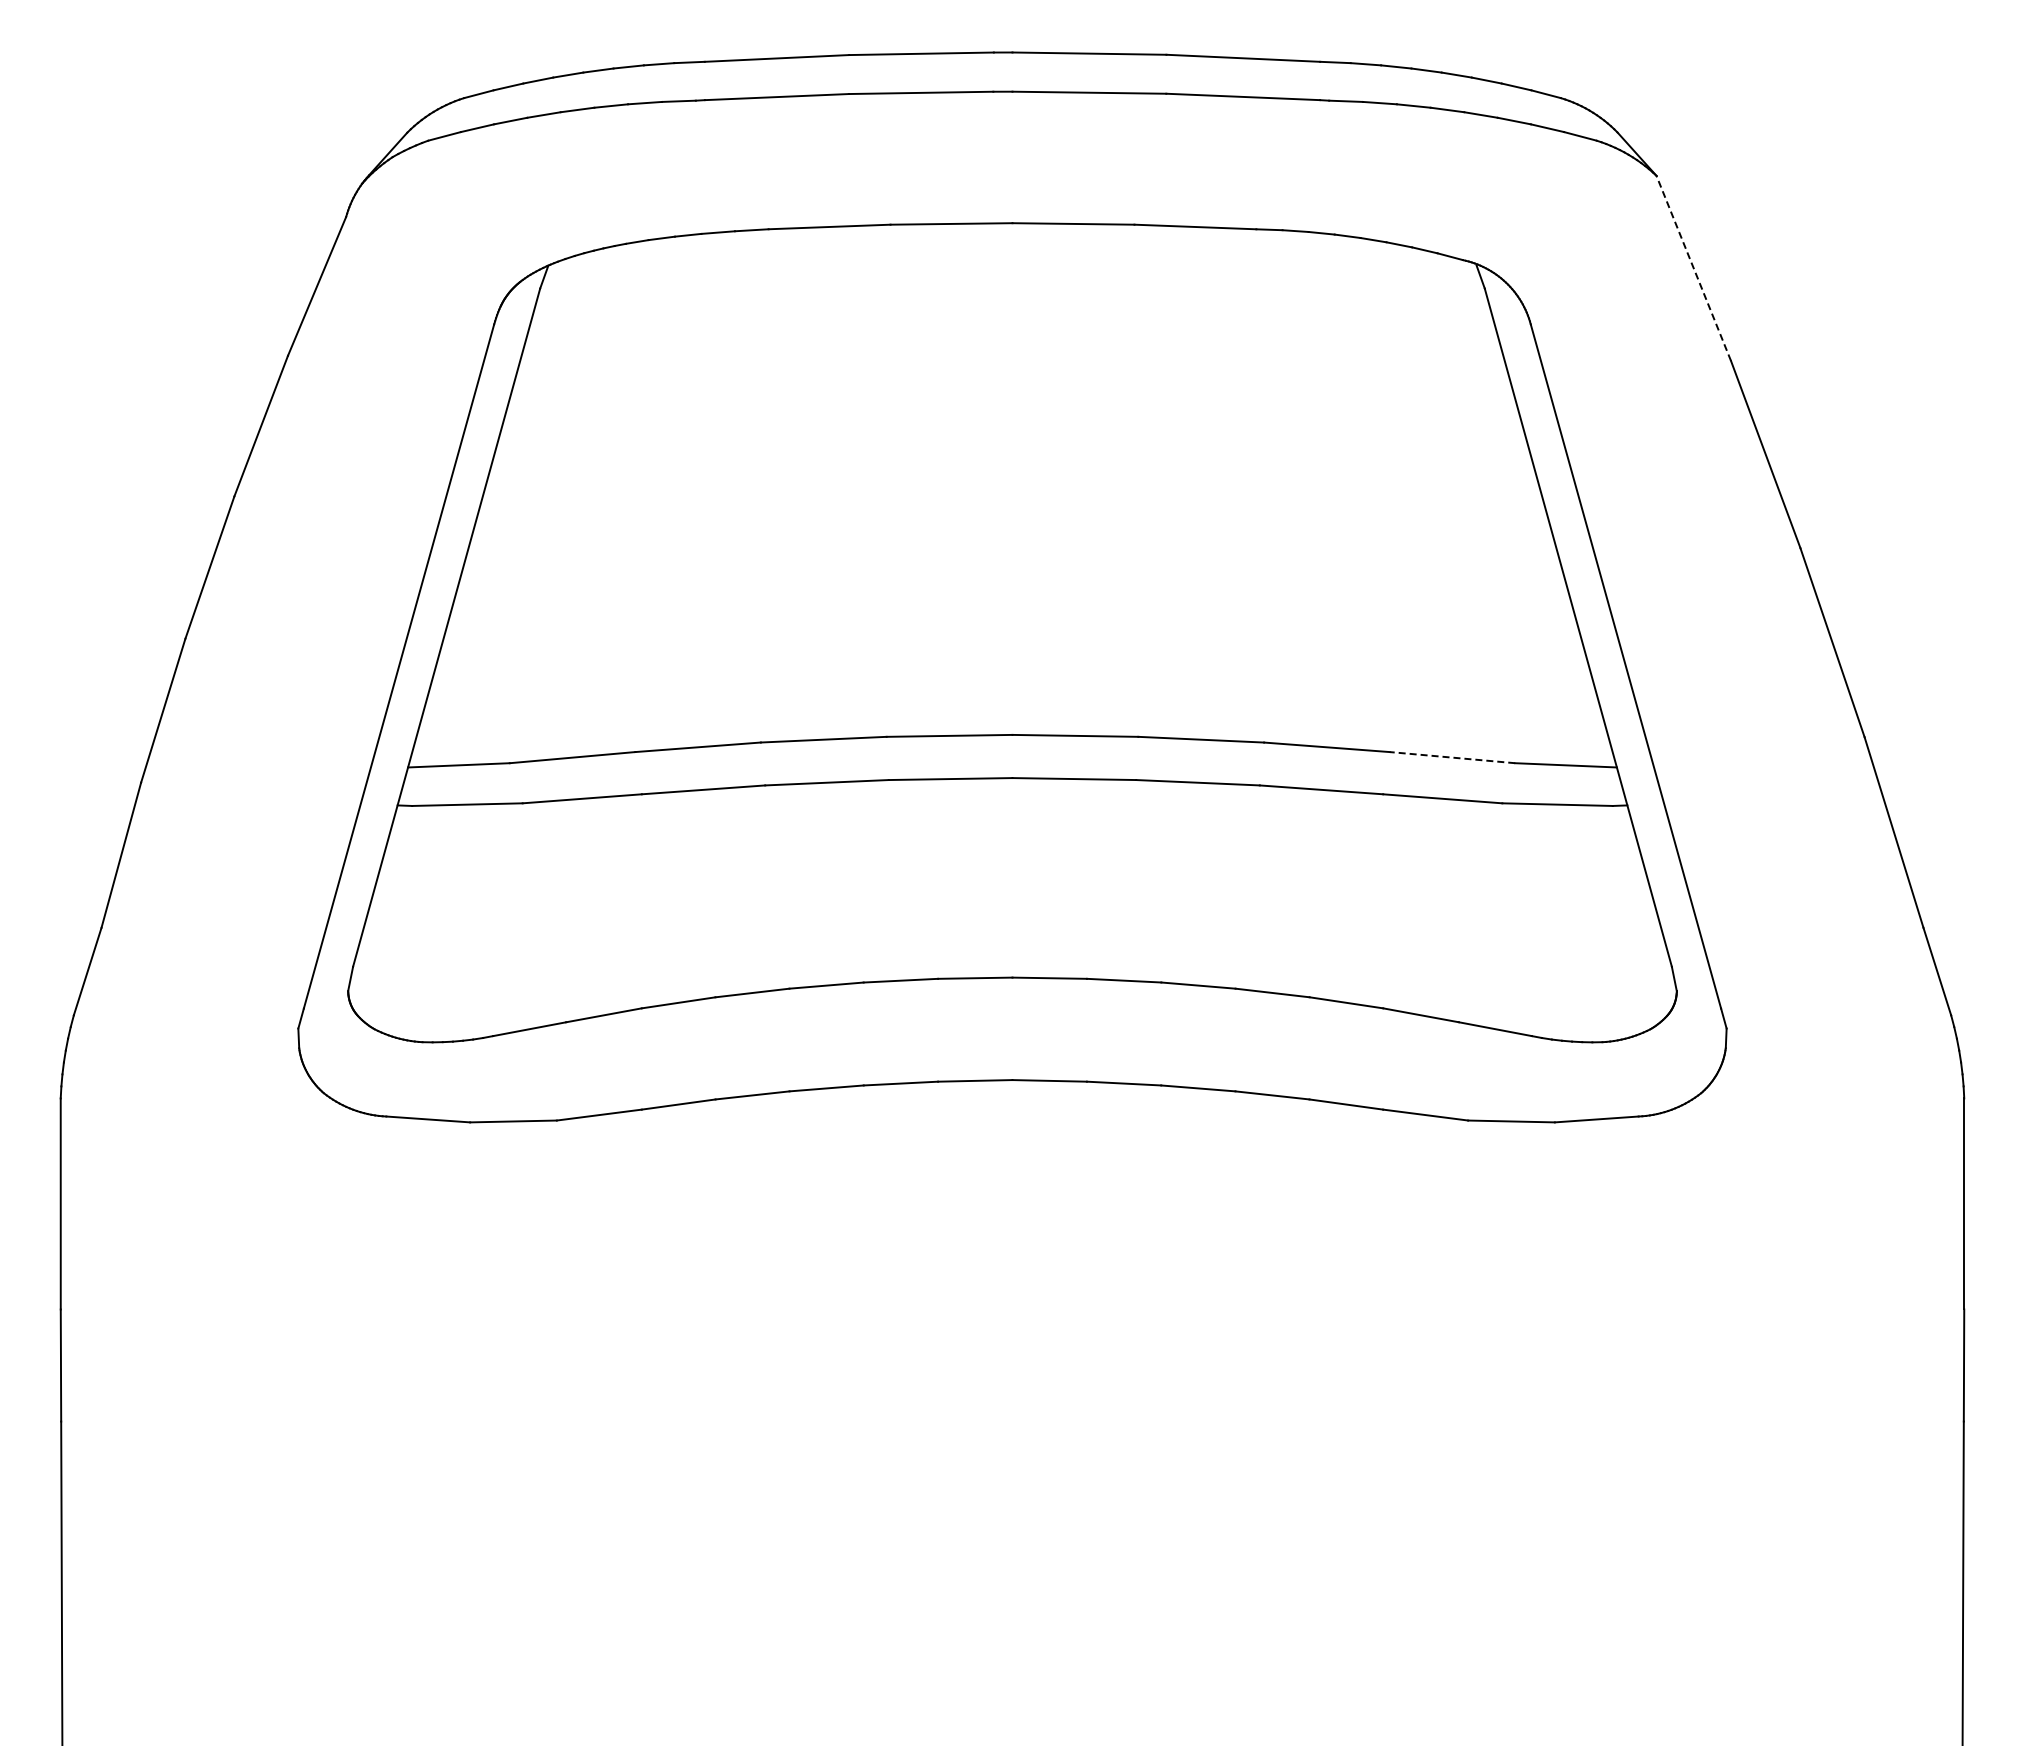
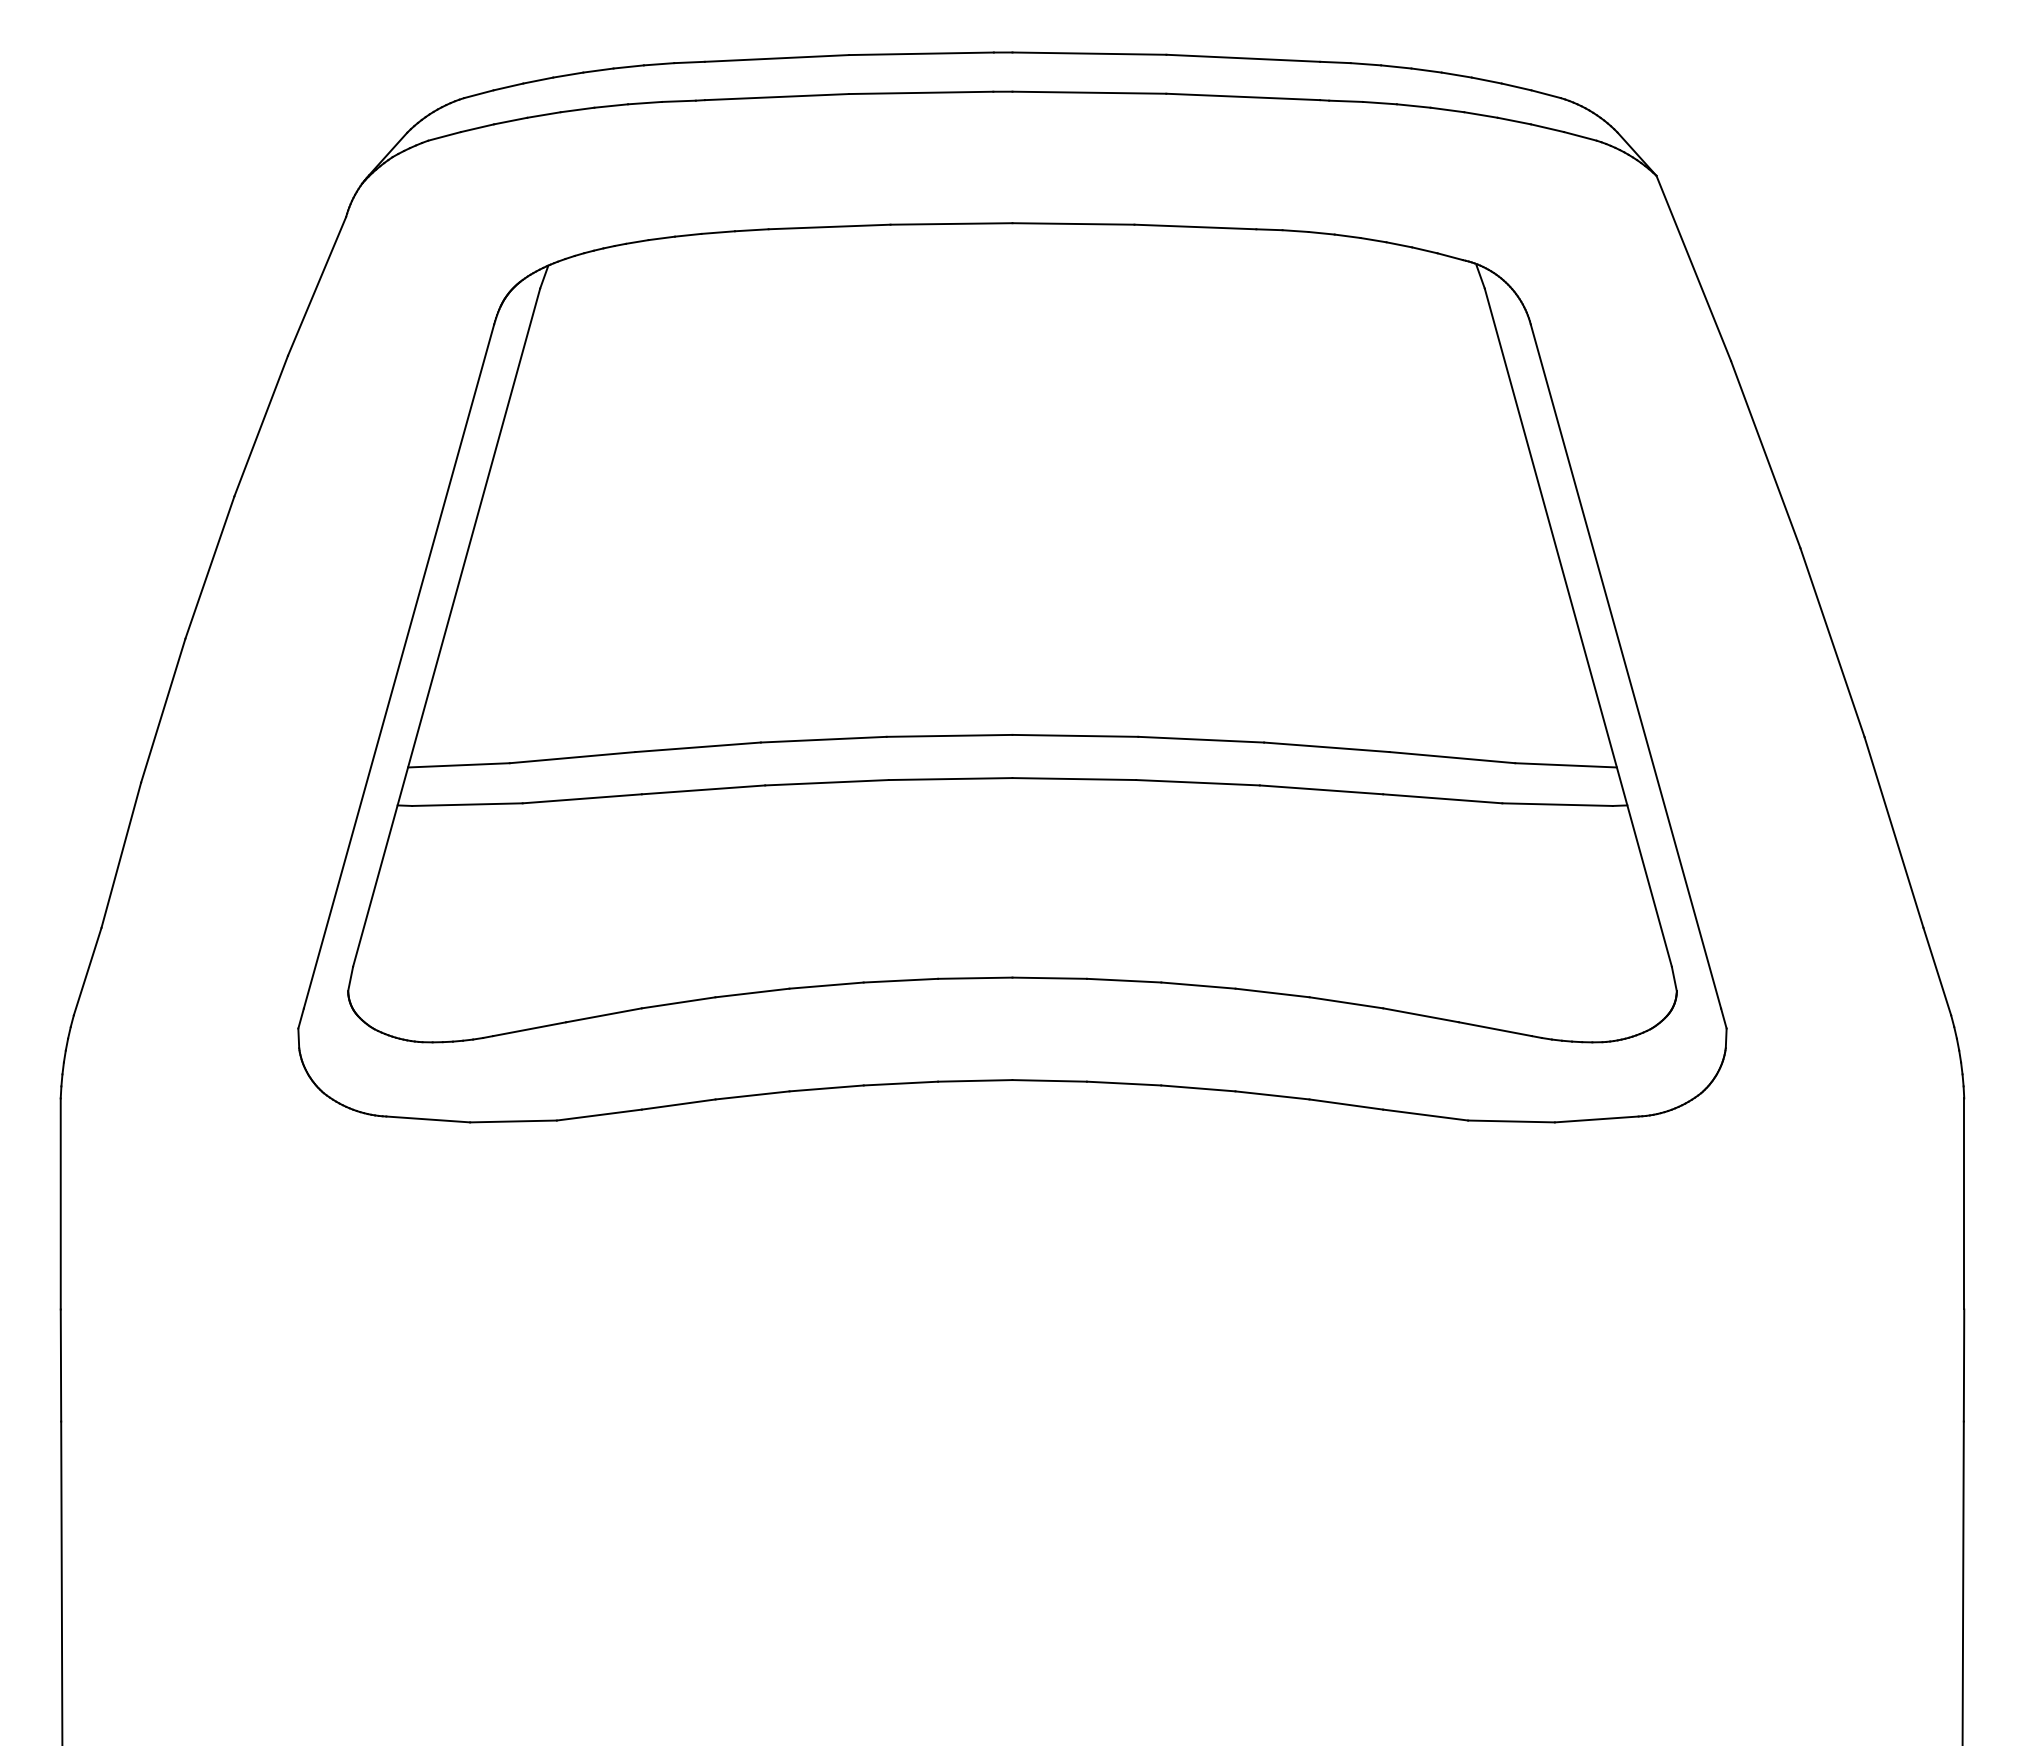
line at (1693, 268): dashed -> solid
line at (1451, 757): dashed -> solid
